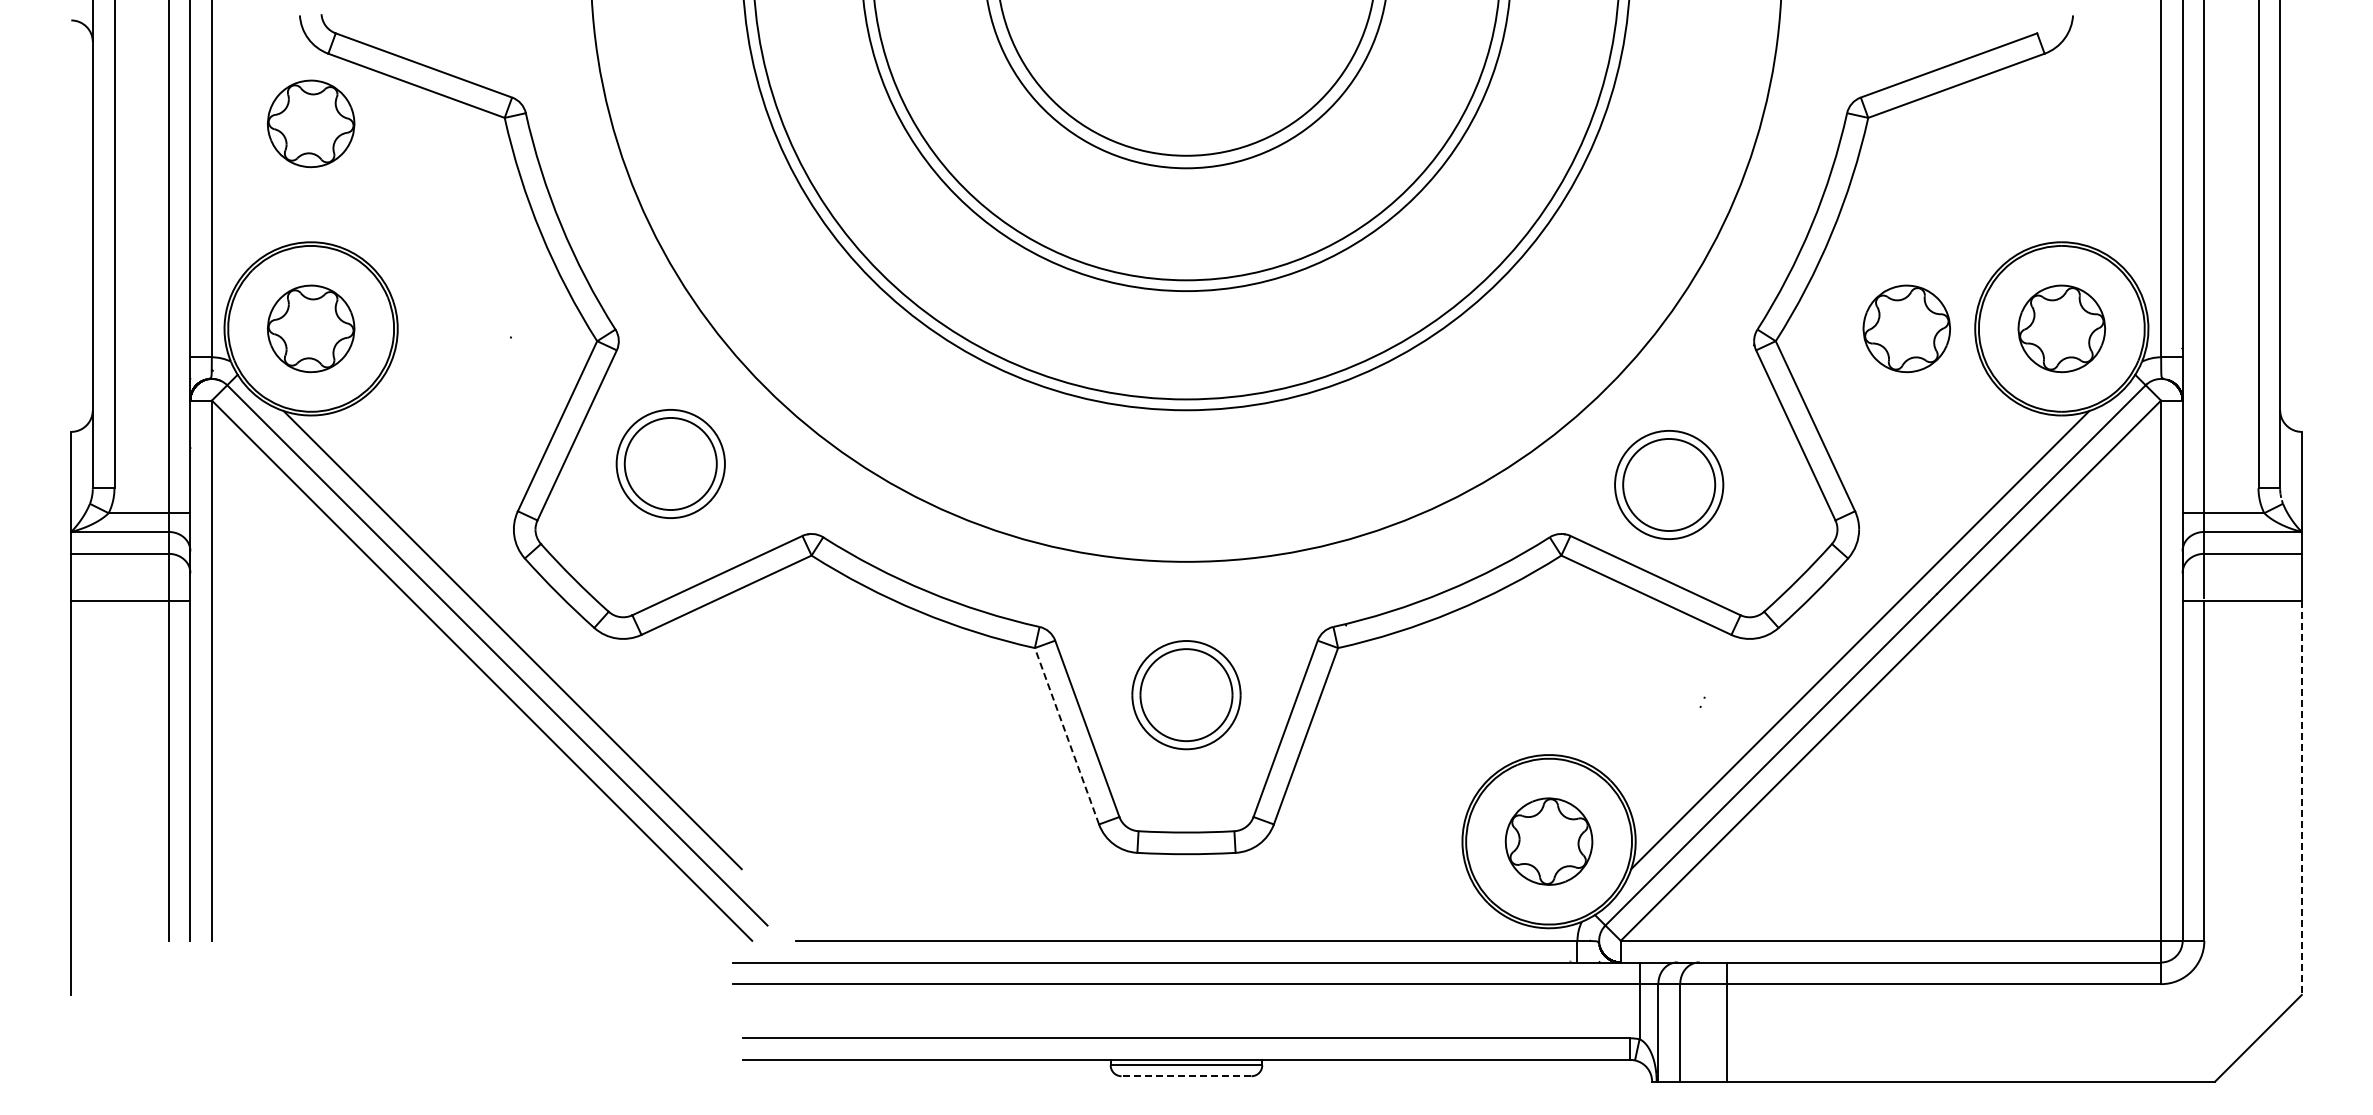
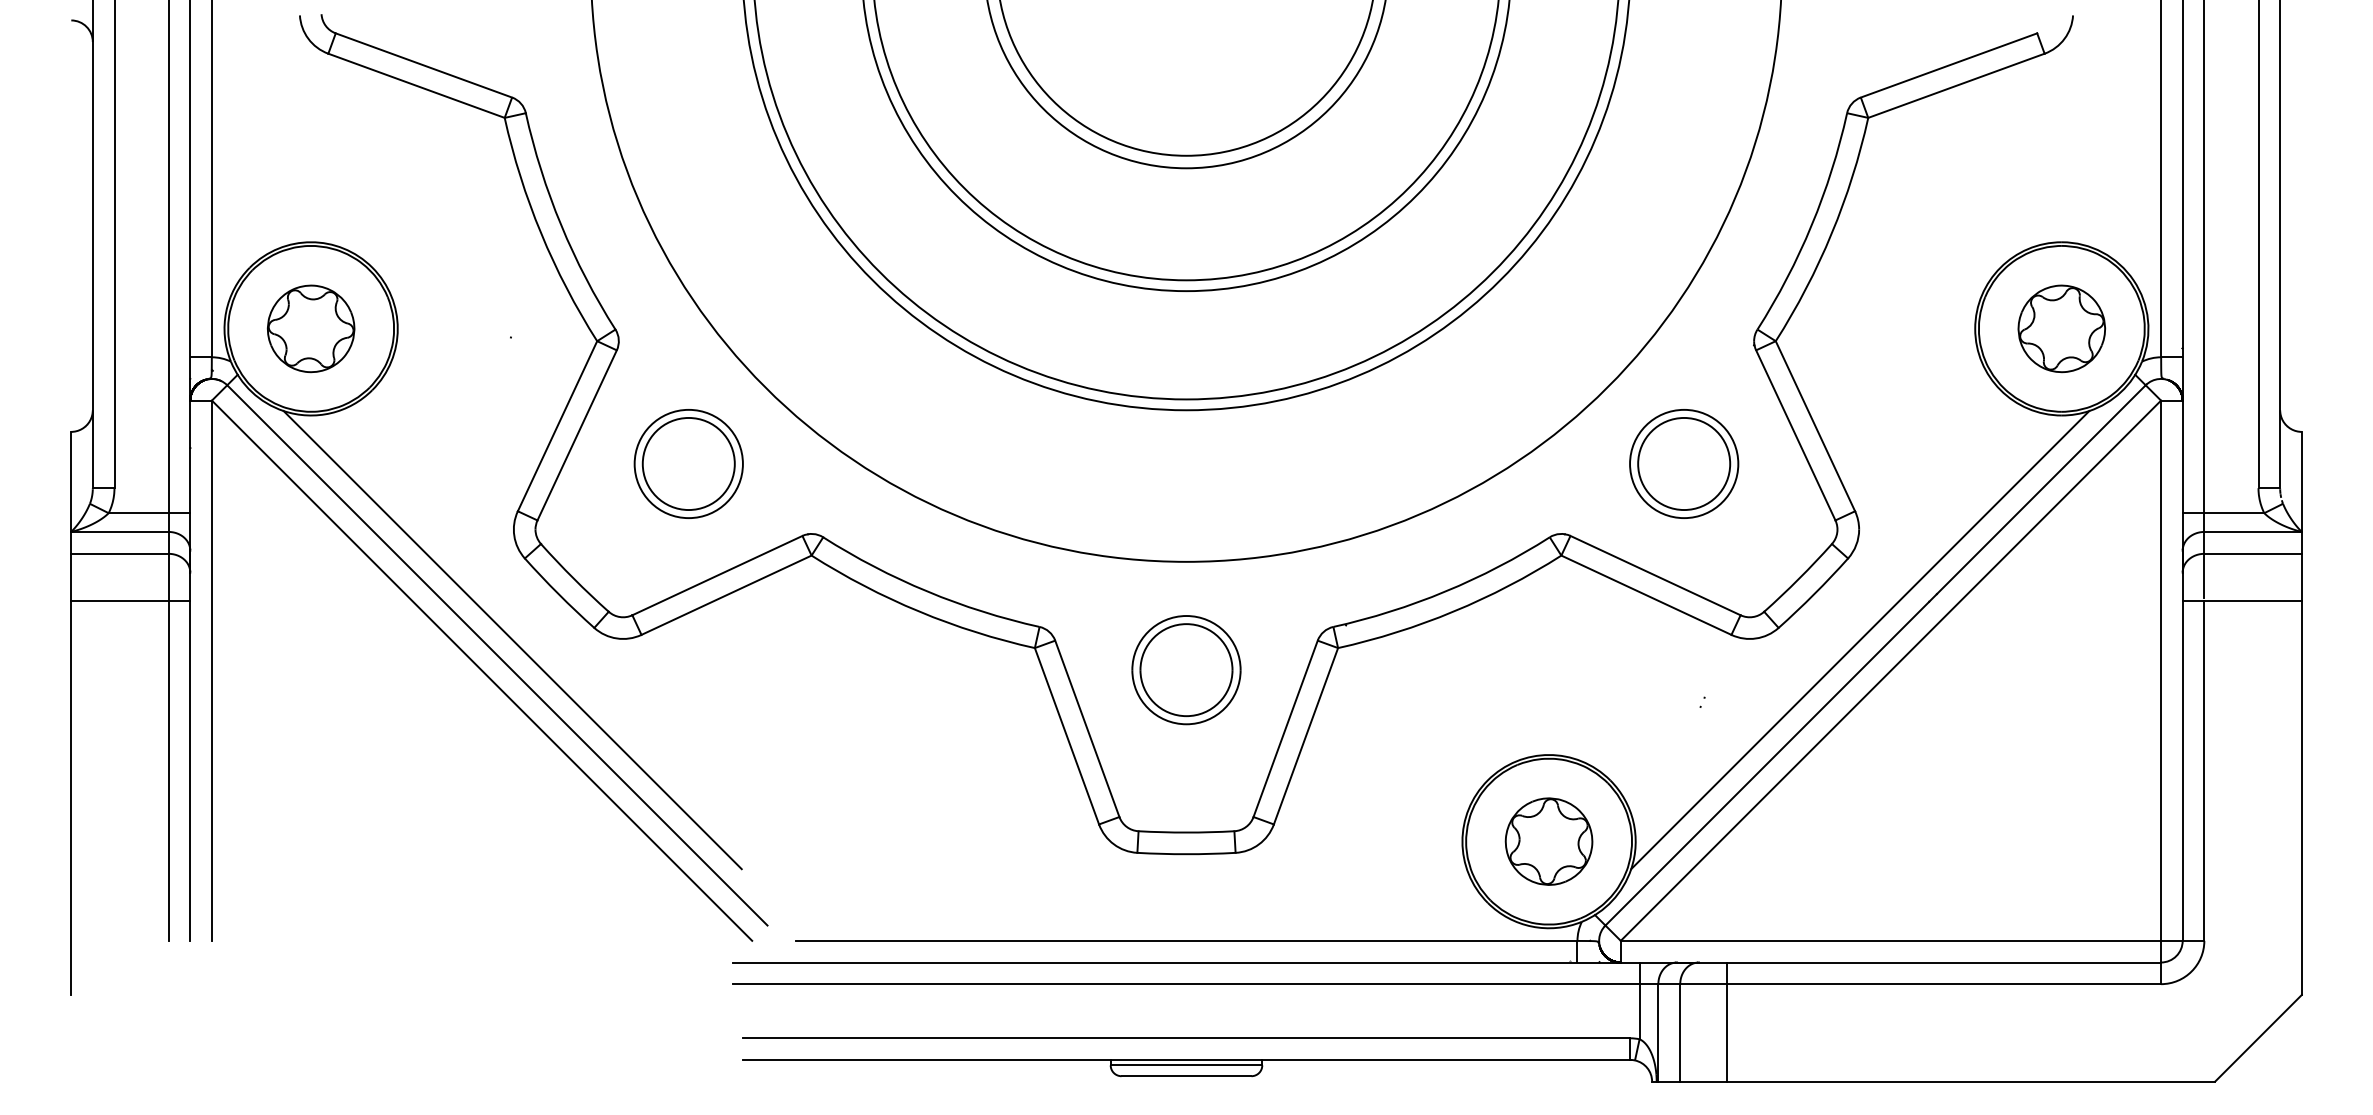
part at (311, 123): present -> none
part at (1906, 328): present -> none
part at (670, 463) position: (670, 463) -> (688, 463)
part at (1669, 484) position: (1669, 484) -> (1684, 463)
part at (1186, 695) position: (1186, 695) -> (1186, 670)
line at (1066, 736): dashed -> solid
line at (2301, 798): dashed -> solid
line at (1186, 1076): dashed -> solid
